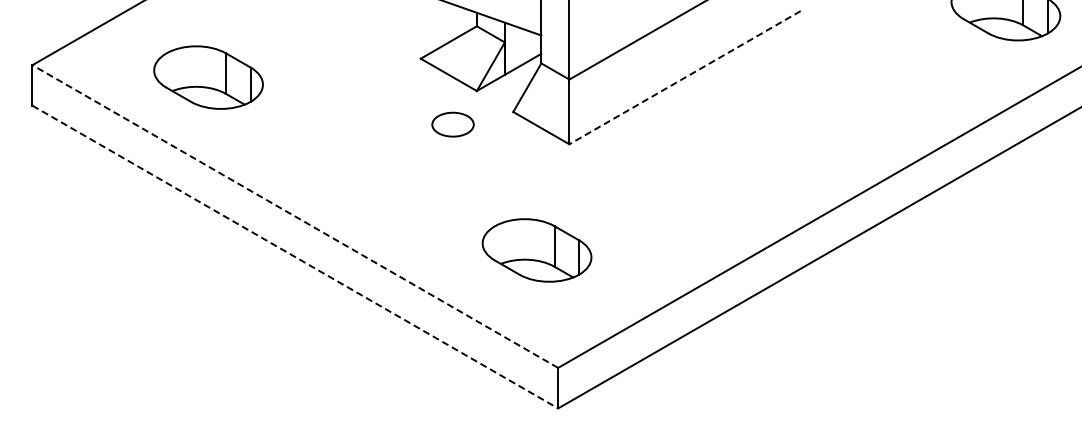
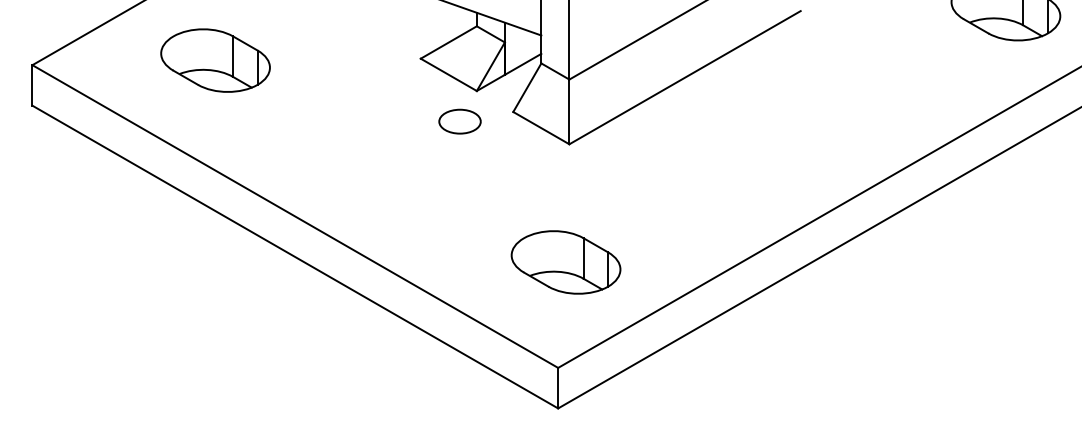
part at (208, 77) position: (208, 77) -> (215, 60)
line at (684, 77): dashed -> solid
part at (452, 124) position: (452, 124) -> (459, 121)
line at (294, 216): dashed -> solid
part at (536, 250) position: (536, 250) -> (565, 262)
line at (295, 257): dashed -> solid
